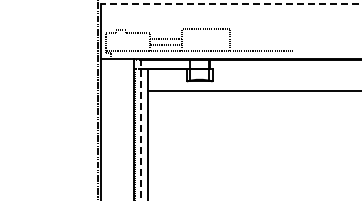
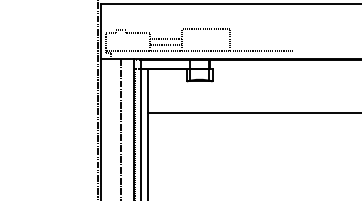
line at (230, 3): dashed -> solid
line at (253, 90) position: (253, 90) -> (253, 112)
line at (120, 127): none -> present
line at (140, 129): dashed -> solid
